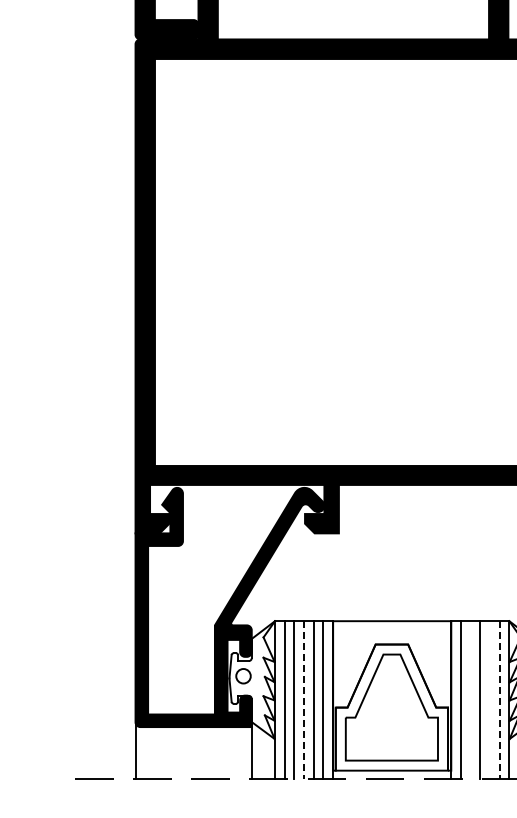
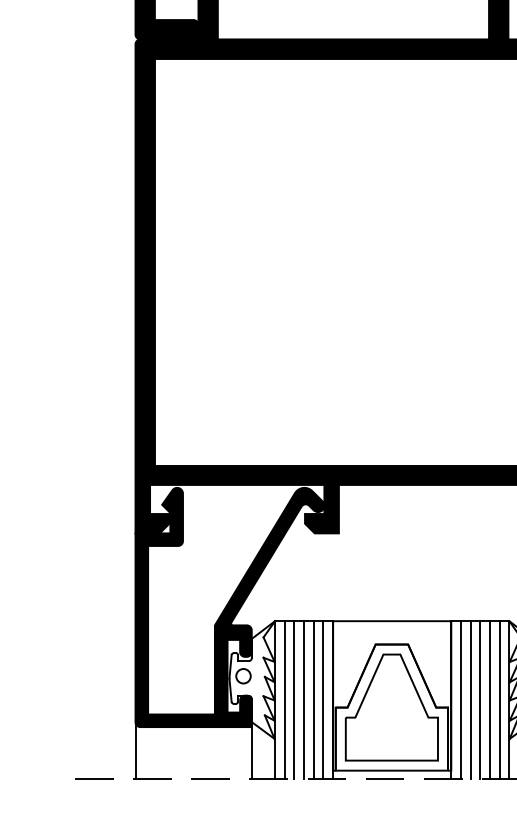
line at (304, 700): dashed -> solid
line at (470, 700): none -> present
line at (489, 700): none -> present
line at (499, 700): dashed -> solid
